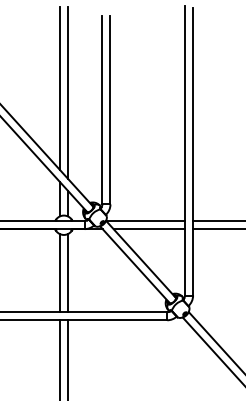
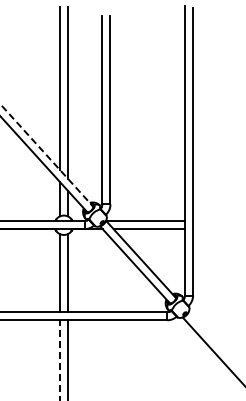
line at (47, 155): solid -> dashed
line at (217, 221): present -> none
line at (217, 229): present -> none
line at (215, 341): present -> none
line at (59, 359): solid -> dashed
